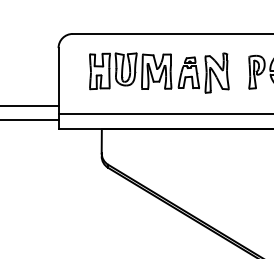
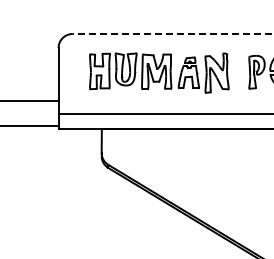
line at (172, 33): solid -> dashed
line at (30, 106) position: (30, 106) -> (30, 101)
line at (30, 120) position: (30, 120) -> (30, 126)
